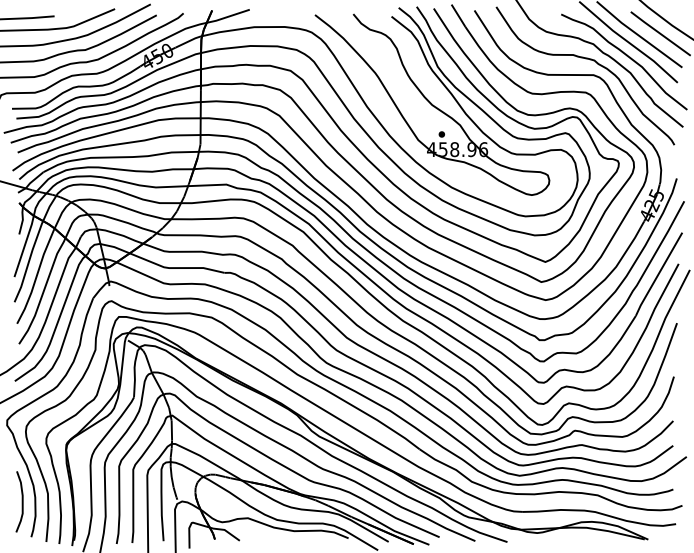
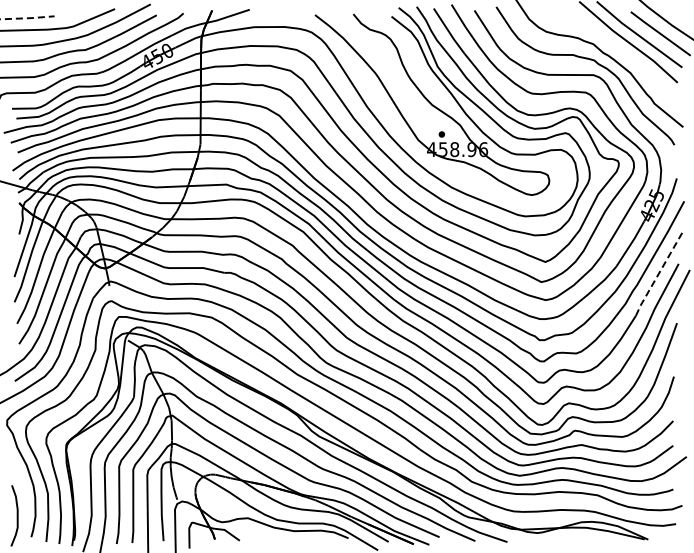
line at (28, 18): solid -> dashed
curve at (627, 57): present -> none
line at (658, 274): solid -> dashed
curve at (21, 501) position: (21, 501) -> (16, 515)
